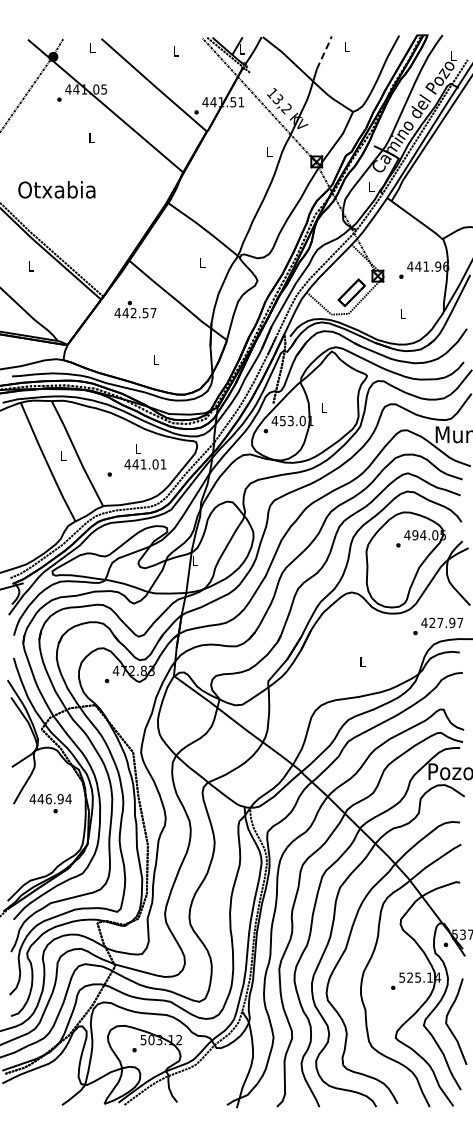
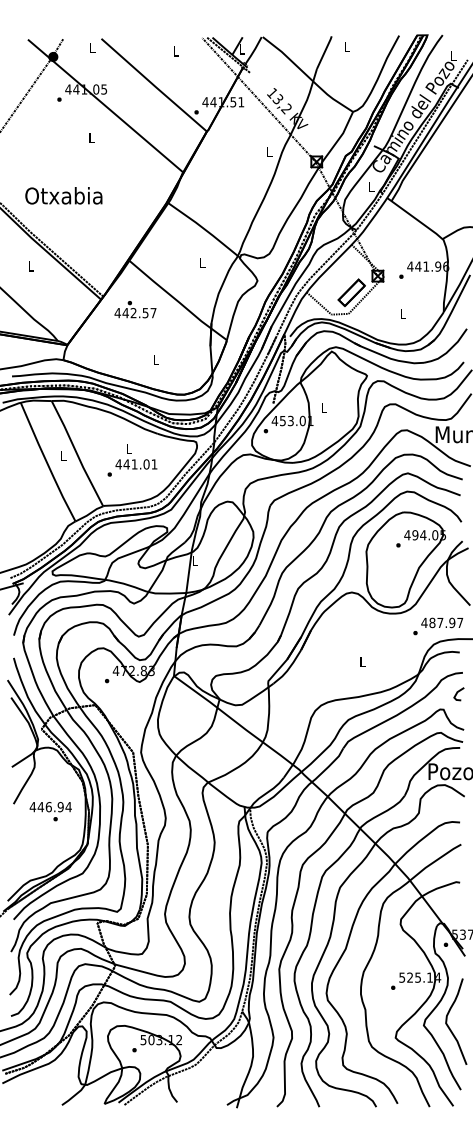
line at (324, 51): dashed -> solid
text at (56, 189) position: (56, 189) -> (63, 195)
text at (145, 456) position: (145, 456) -> (136, 456)
text at (432, 622): 427.97 -> 487.97
line at (457, 694): none -> present
text at (50, 803) position: (50, 803) -> (50, 811)
